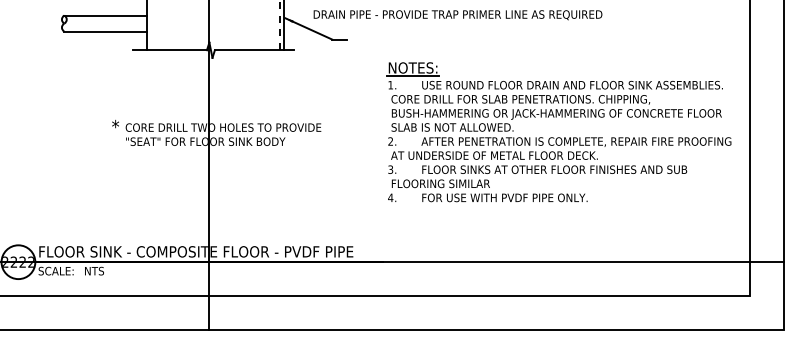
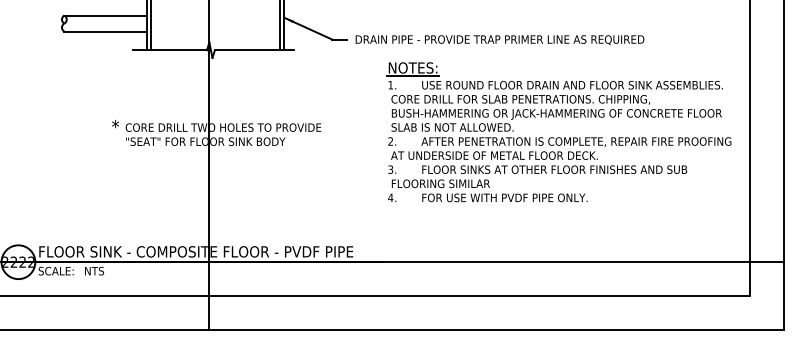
text at (457, 15) position: (457, 15) -> (499, 40)
line at (279, 25): dashed -> solid
line at (151, 26): none -> present
